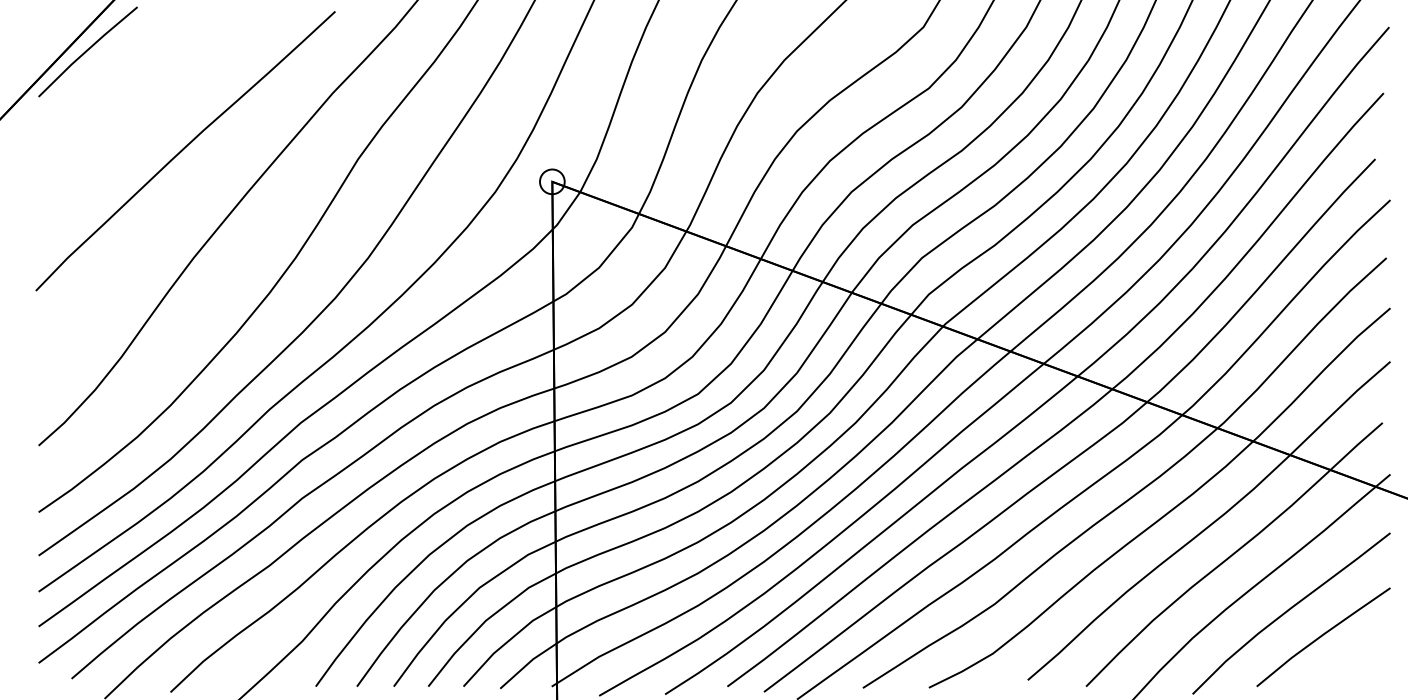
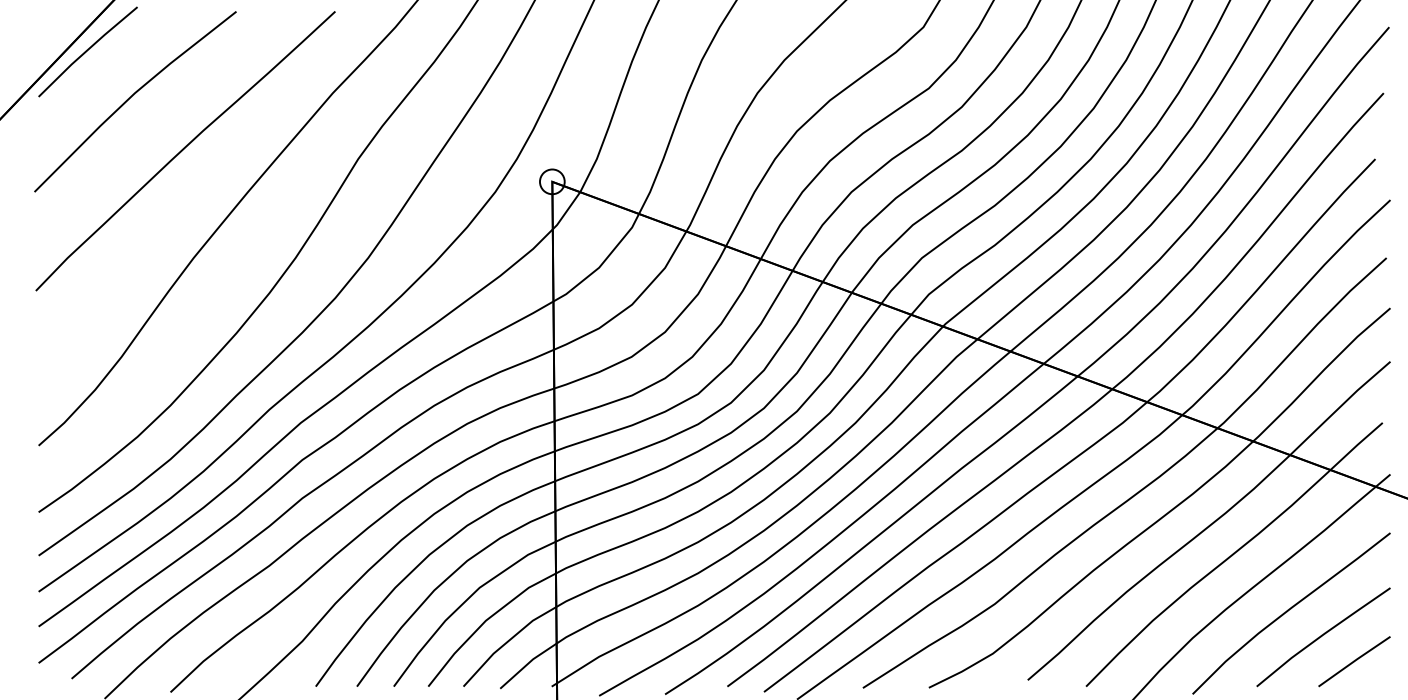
curve at (131, 97): none -> present
line at (1354, 661): none -> present
